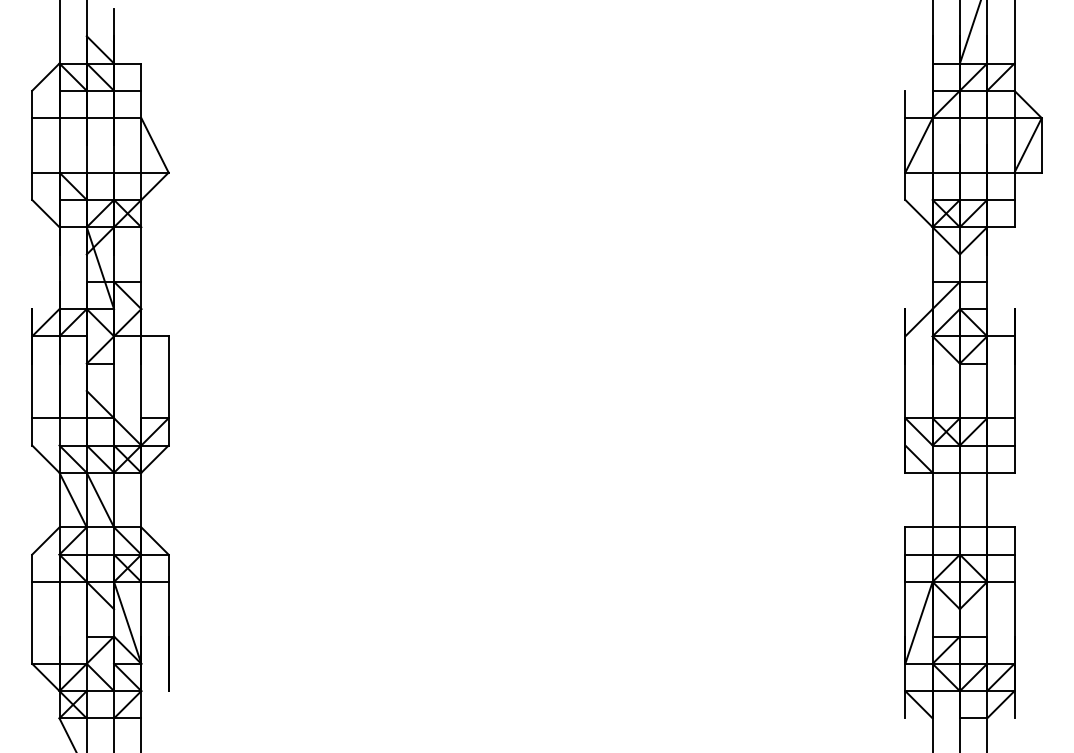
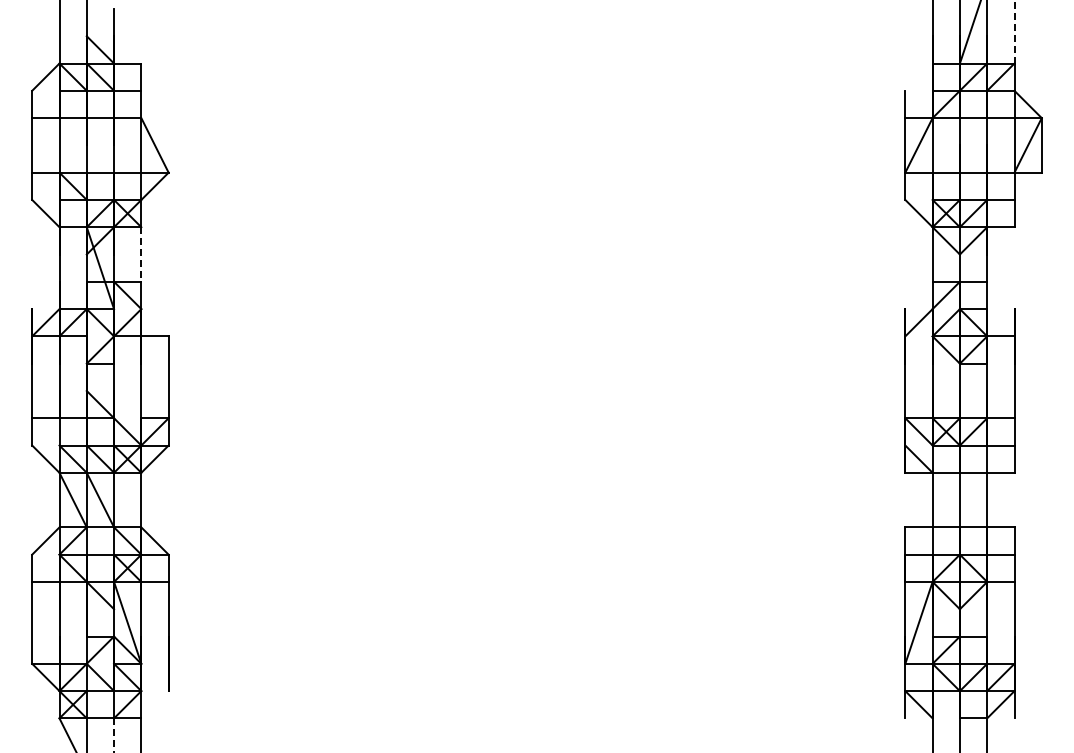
line at (1014, 31): solid -> dashed
line at (141, 255): solid -> dashed
line at (114, 735): solid -> dashed
